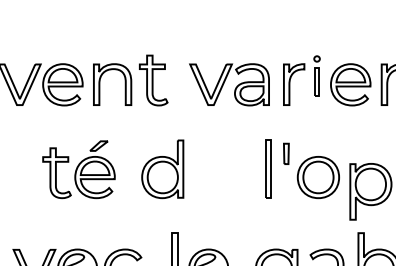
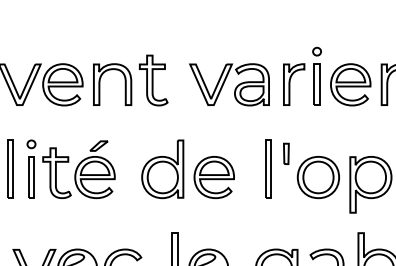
part at (316, 75) size: 8x42 px -> 10x60 px
part at (10, 168): none -> present
part at (31, 168): none -> present
part at (213, 177): none -> present
part at (370, 191) position: (370, 191) -> (370, 184)
